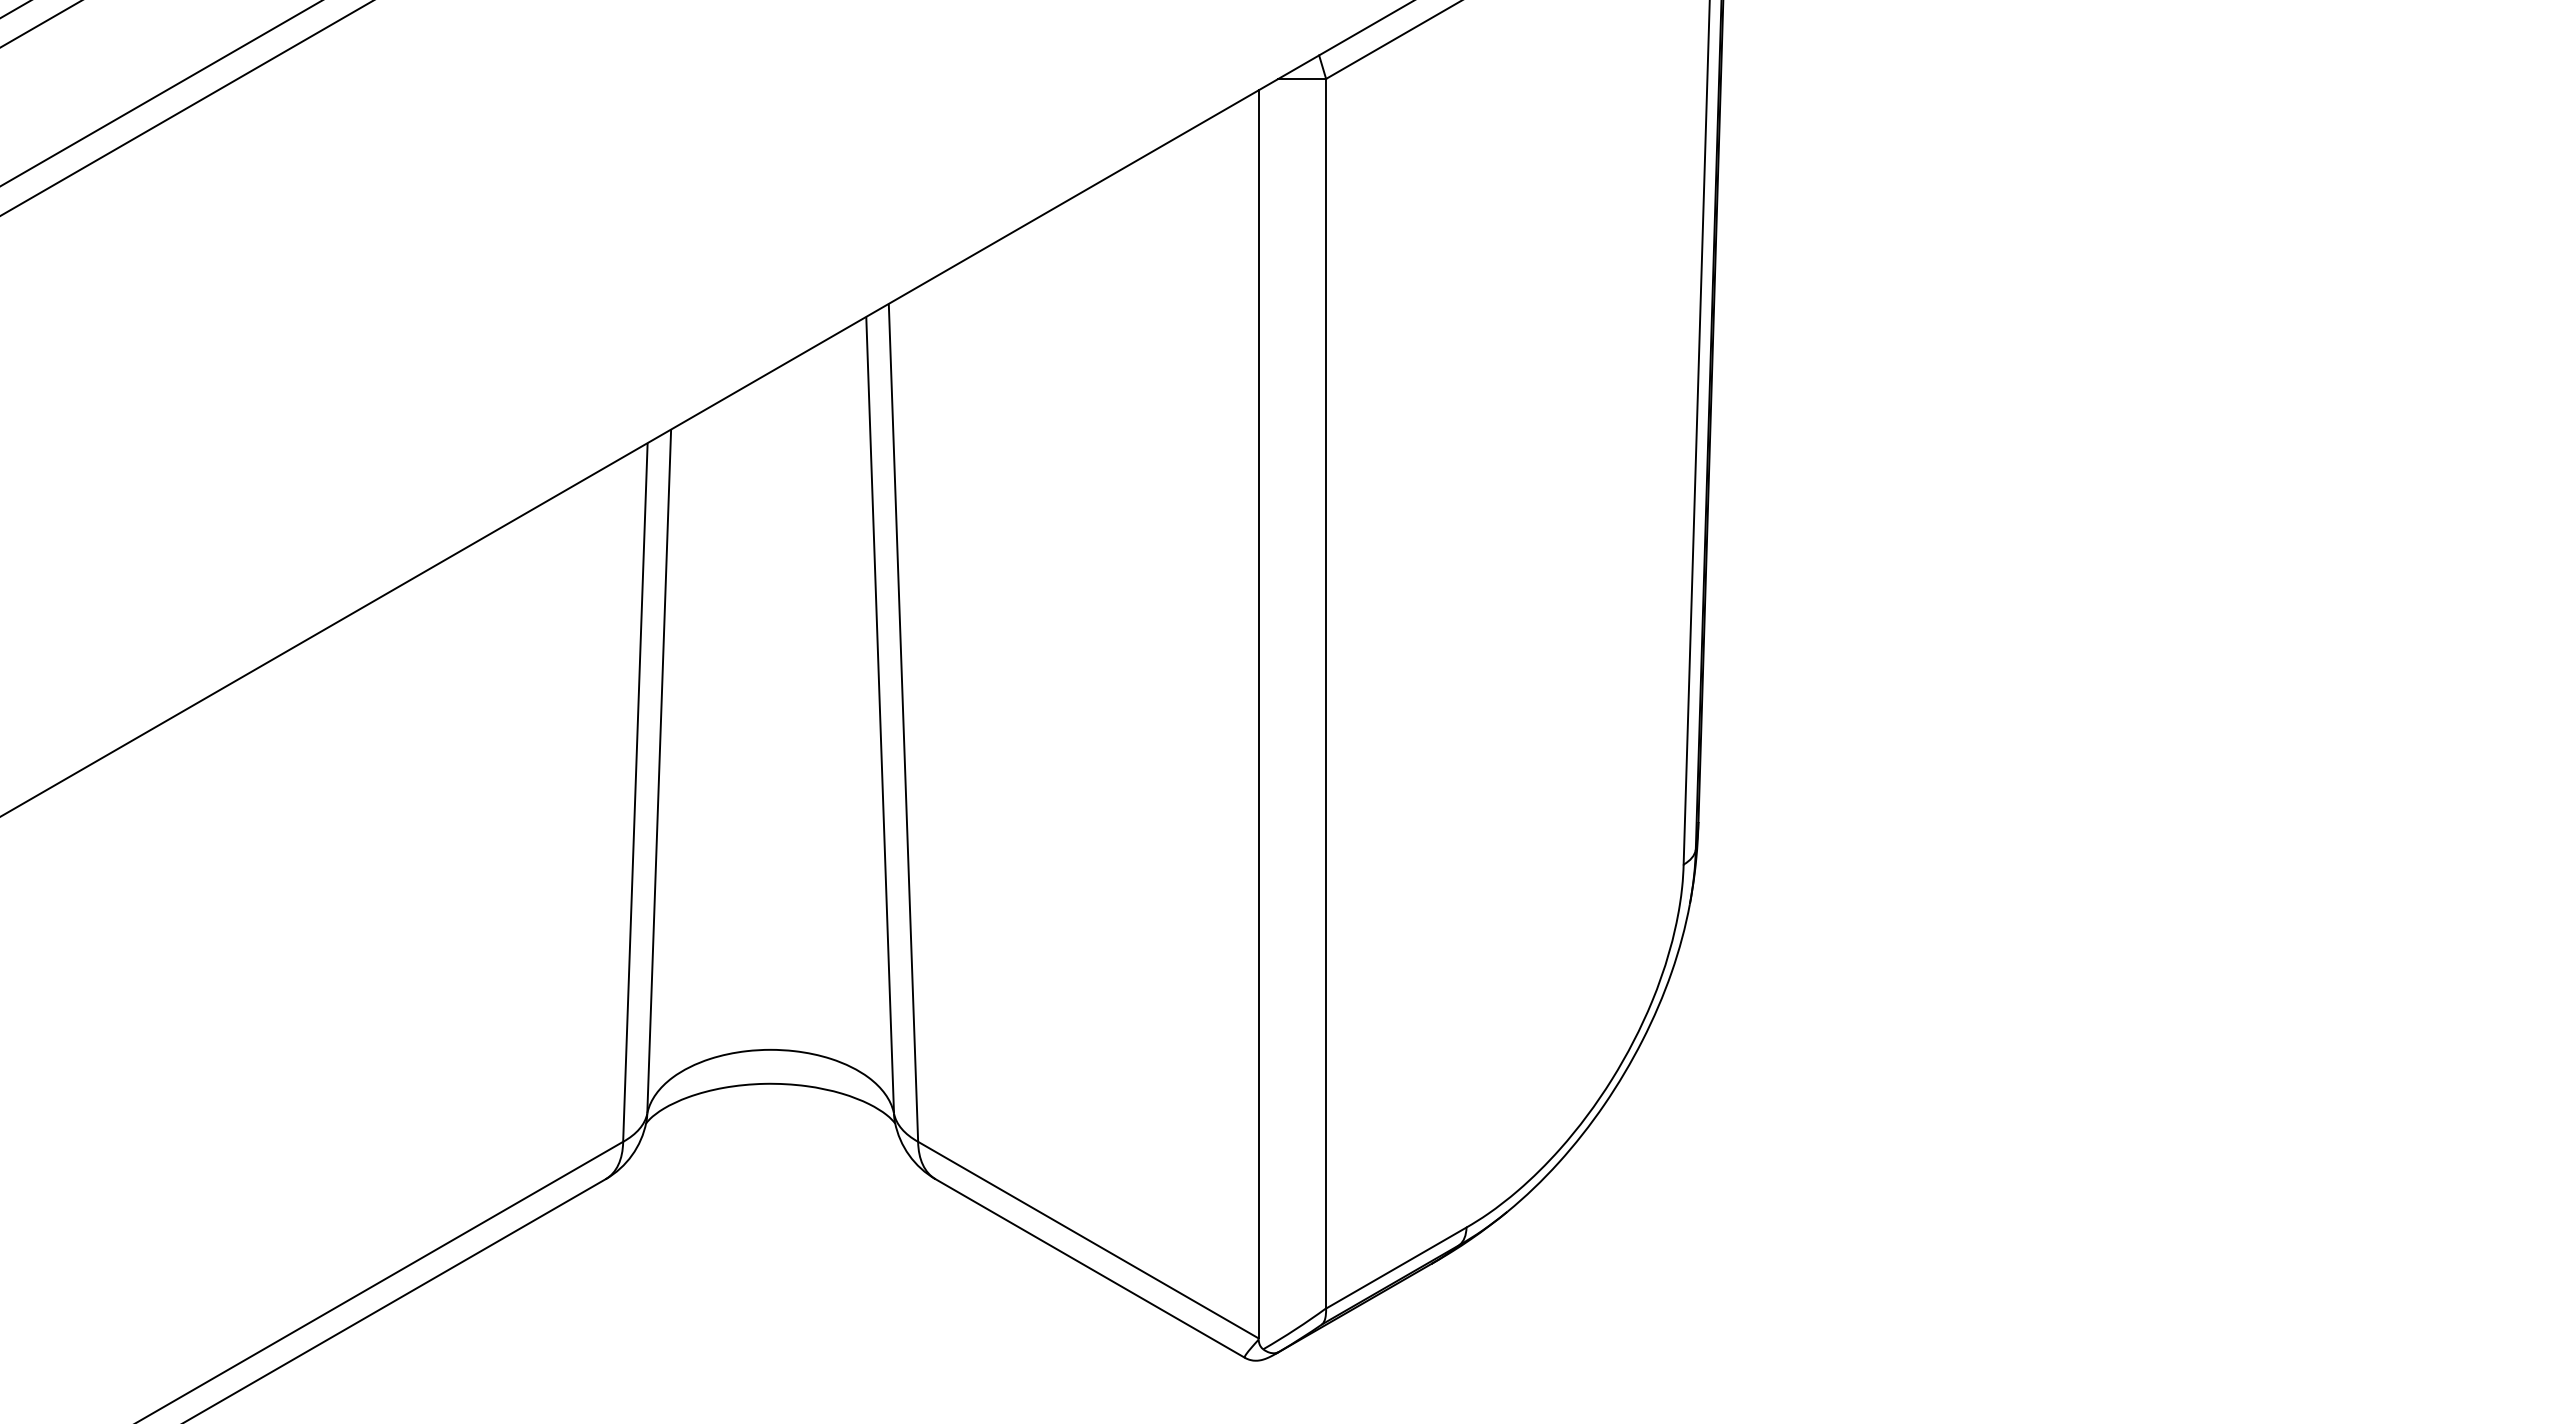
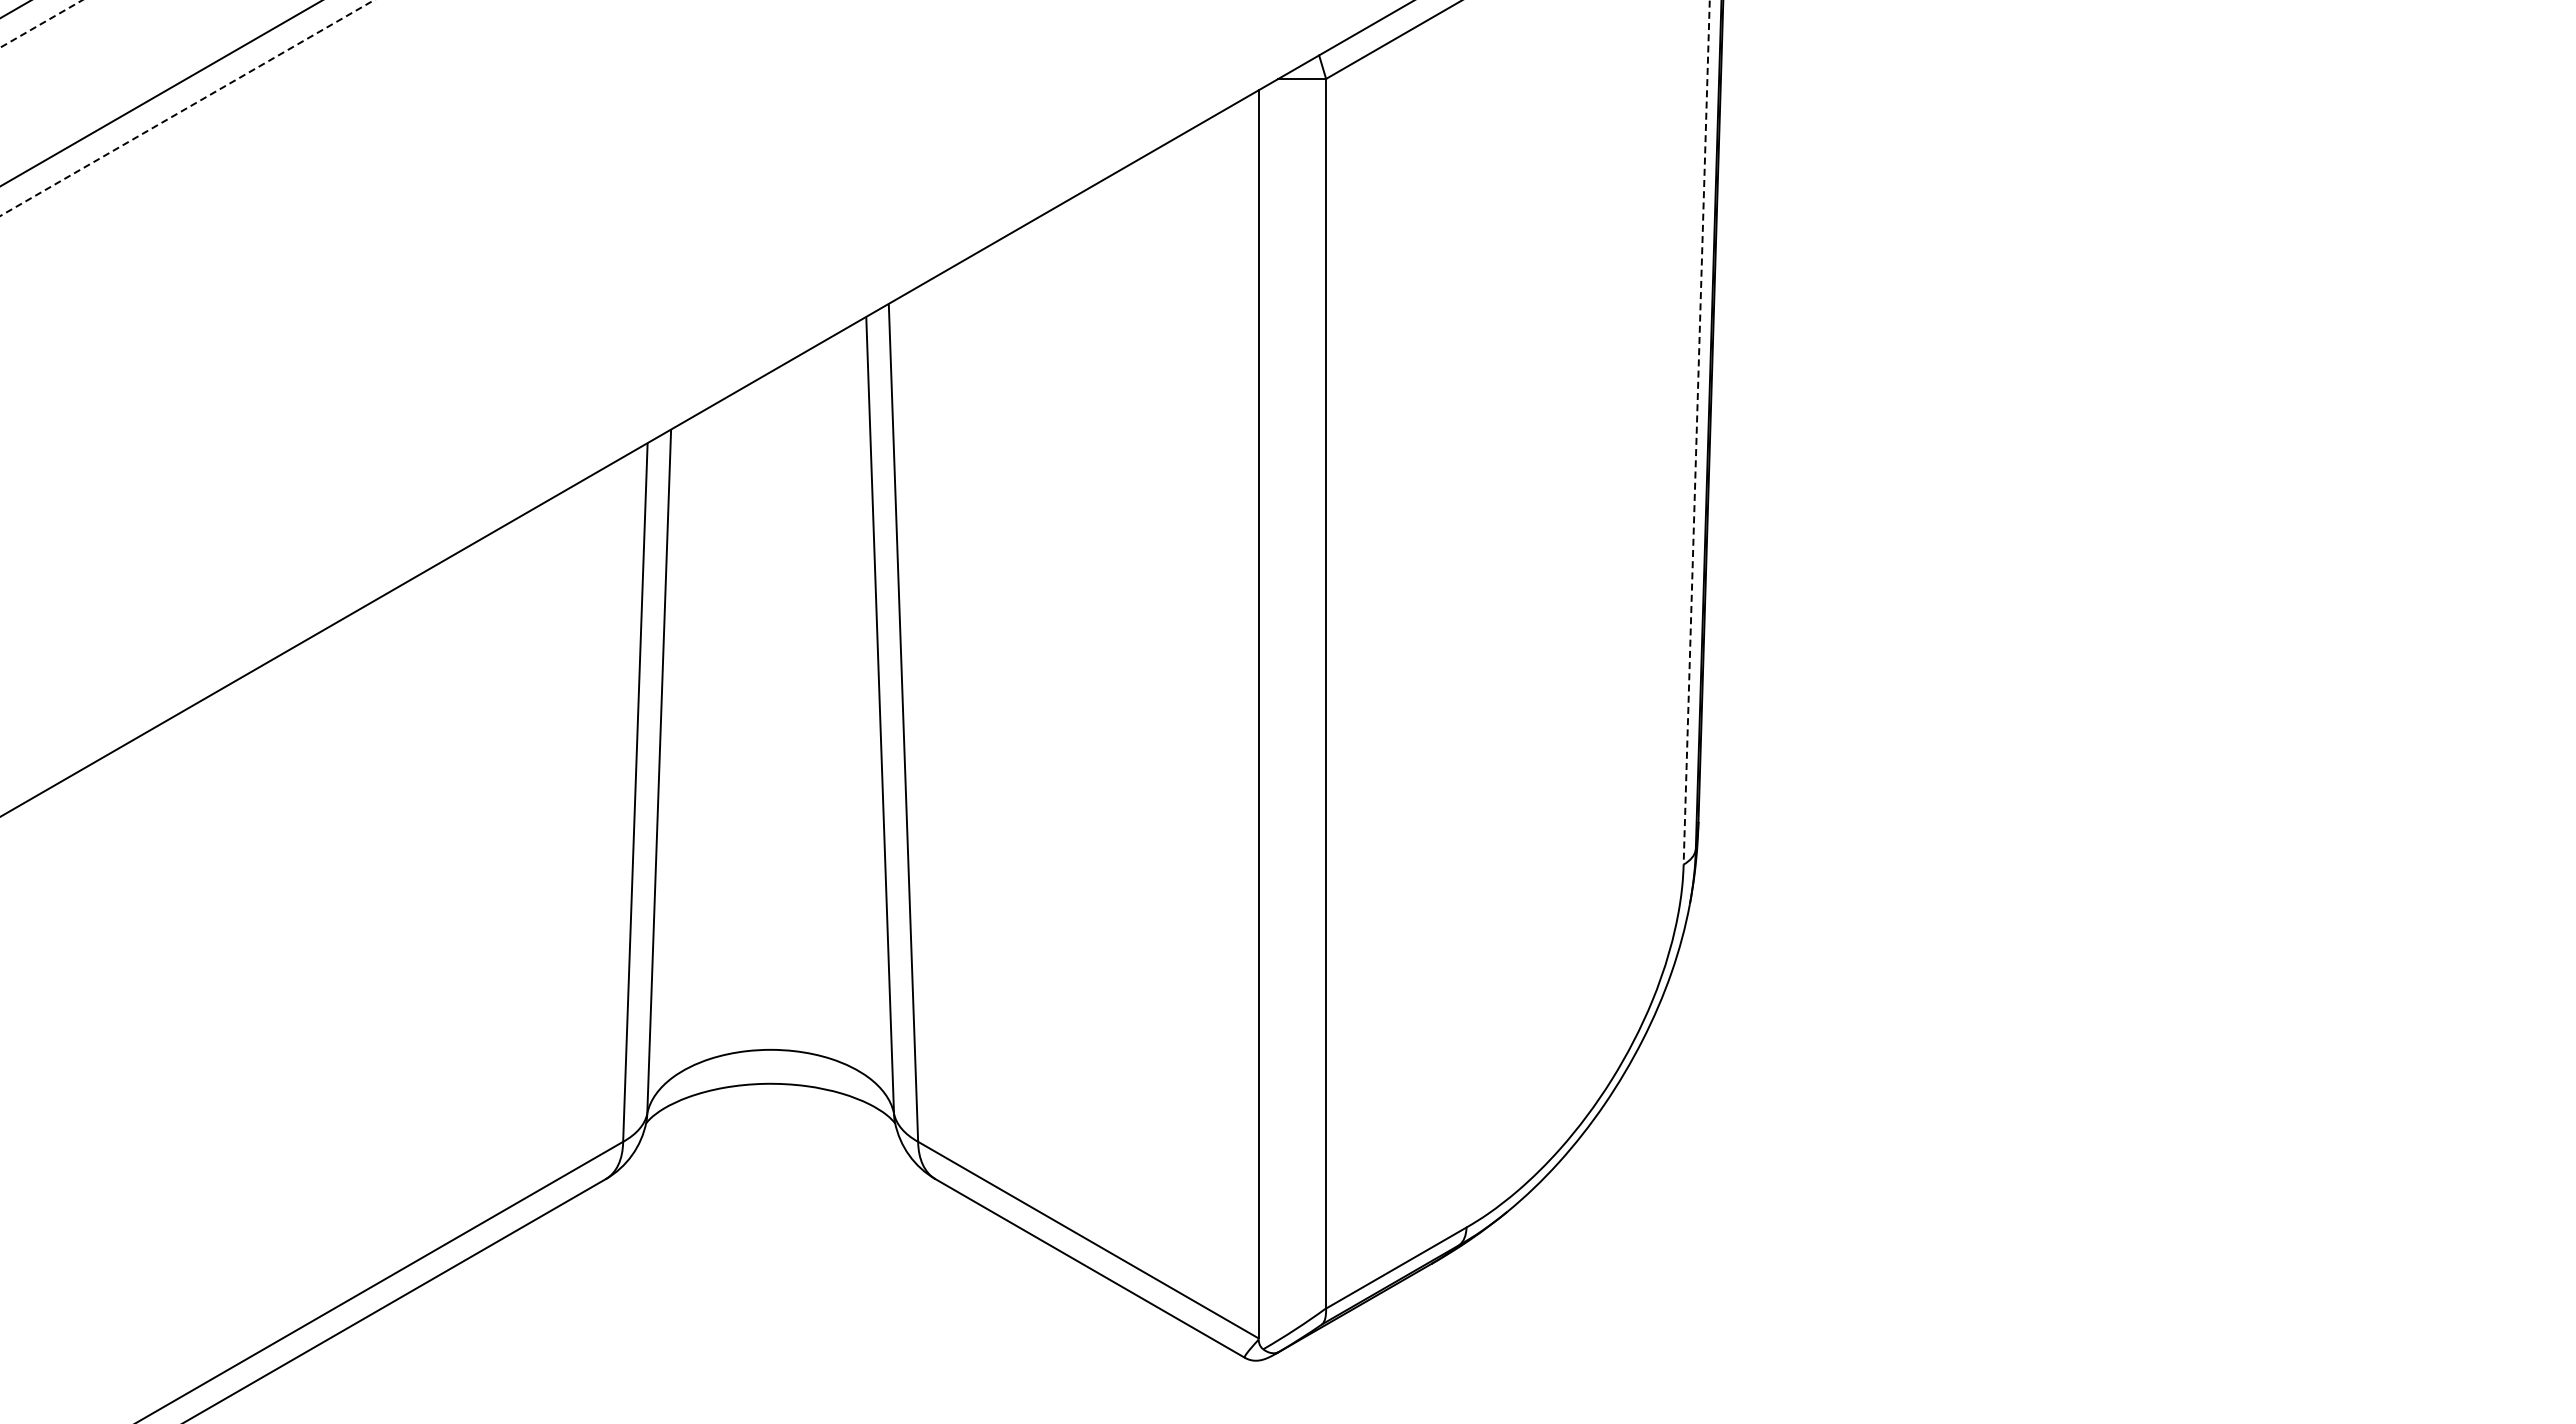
line at (41, 23): solid -> dashed
line at (187, 107): solid -> dashed
line at (1696, 433): solid -> dashed
